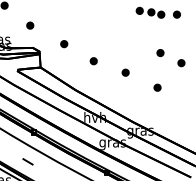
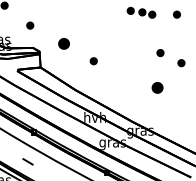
part at (150, 12) position: (150, 12) -> (141, 12)
part at (64, 44) size: 9x9 px -> 12x12 px
part at (125, 72): present -> none
part at (157, 87) size: 9x9 px -> 13x12 px
